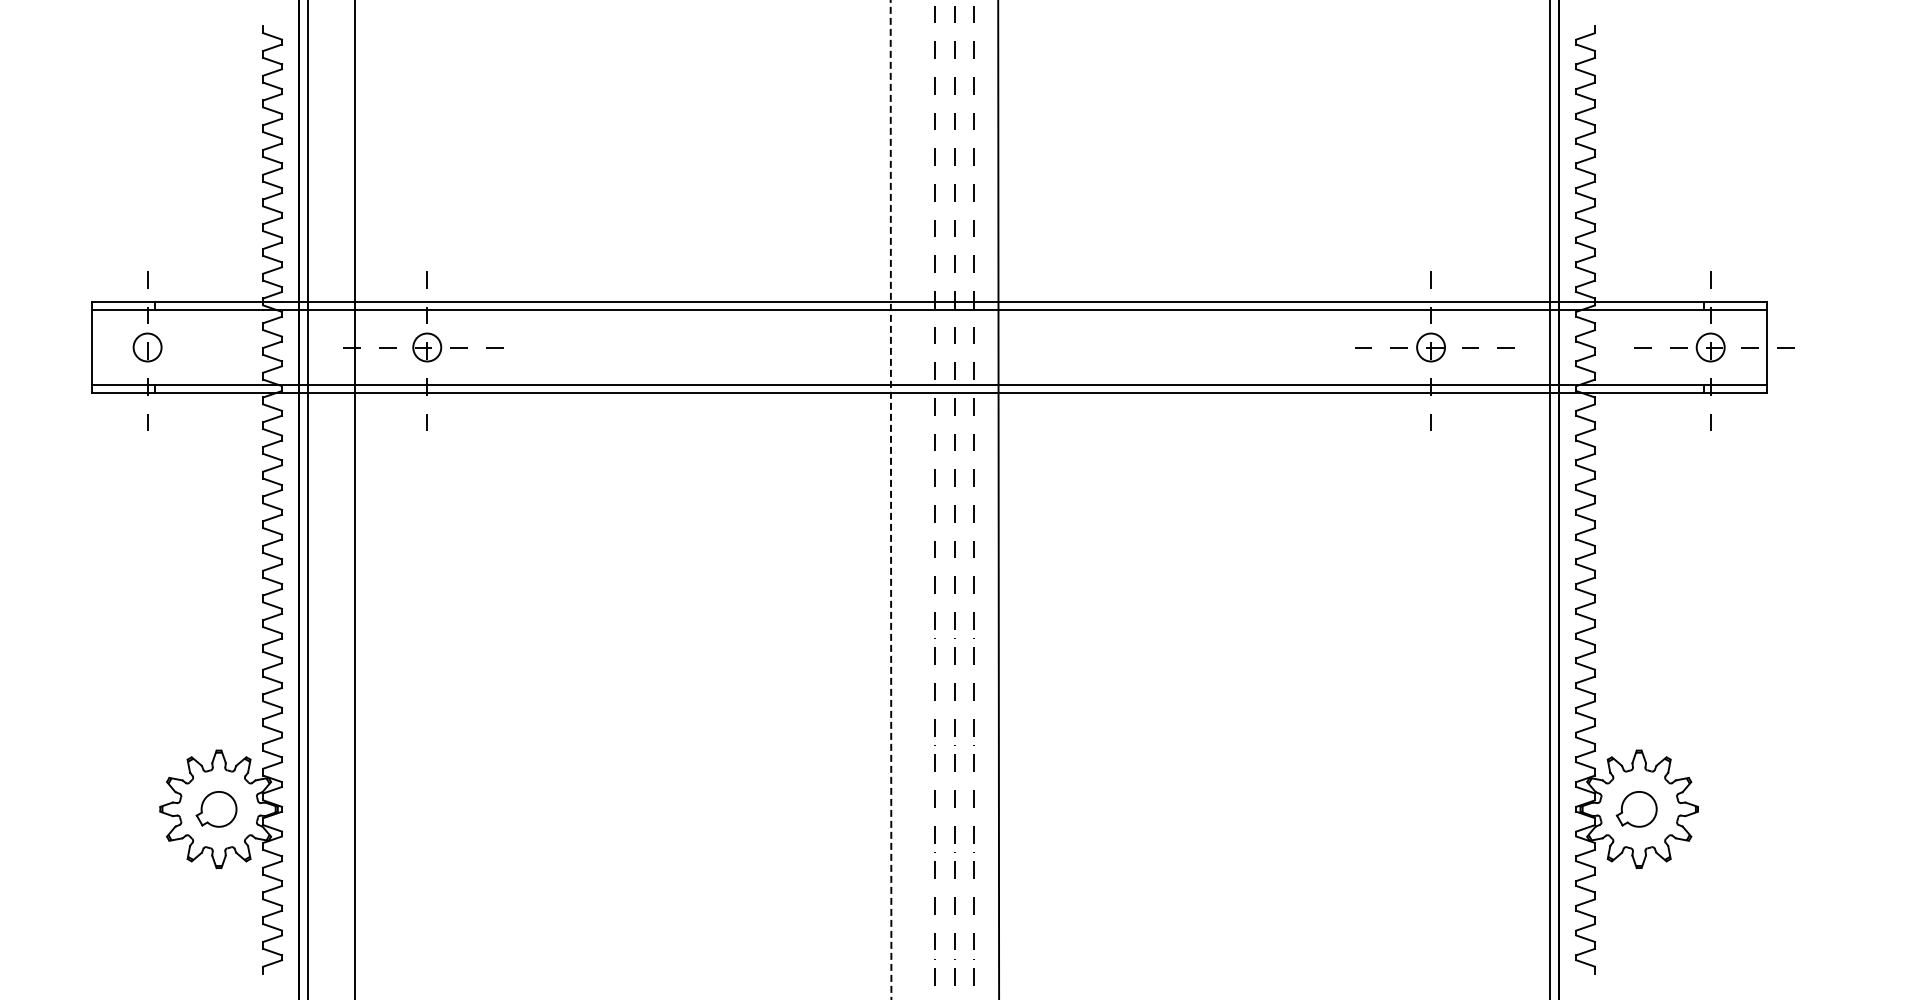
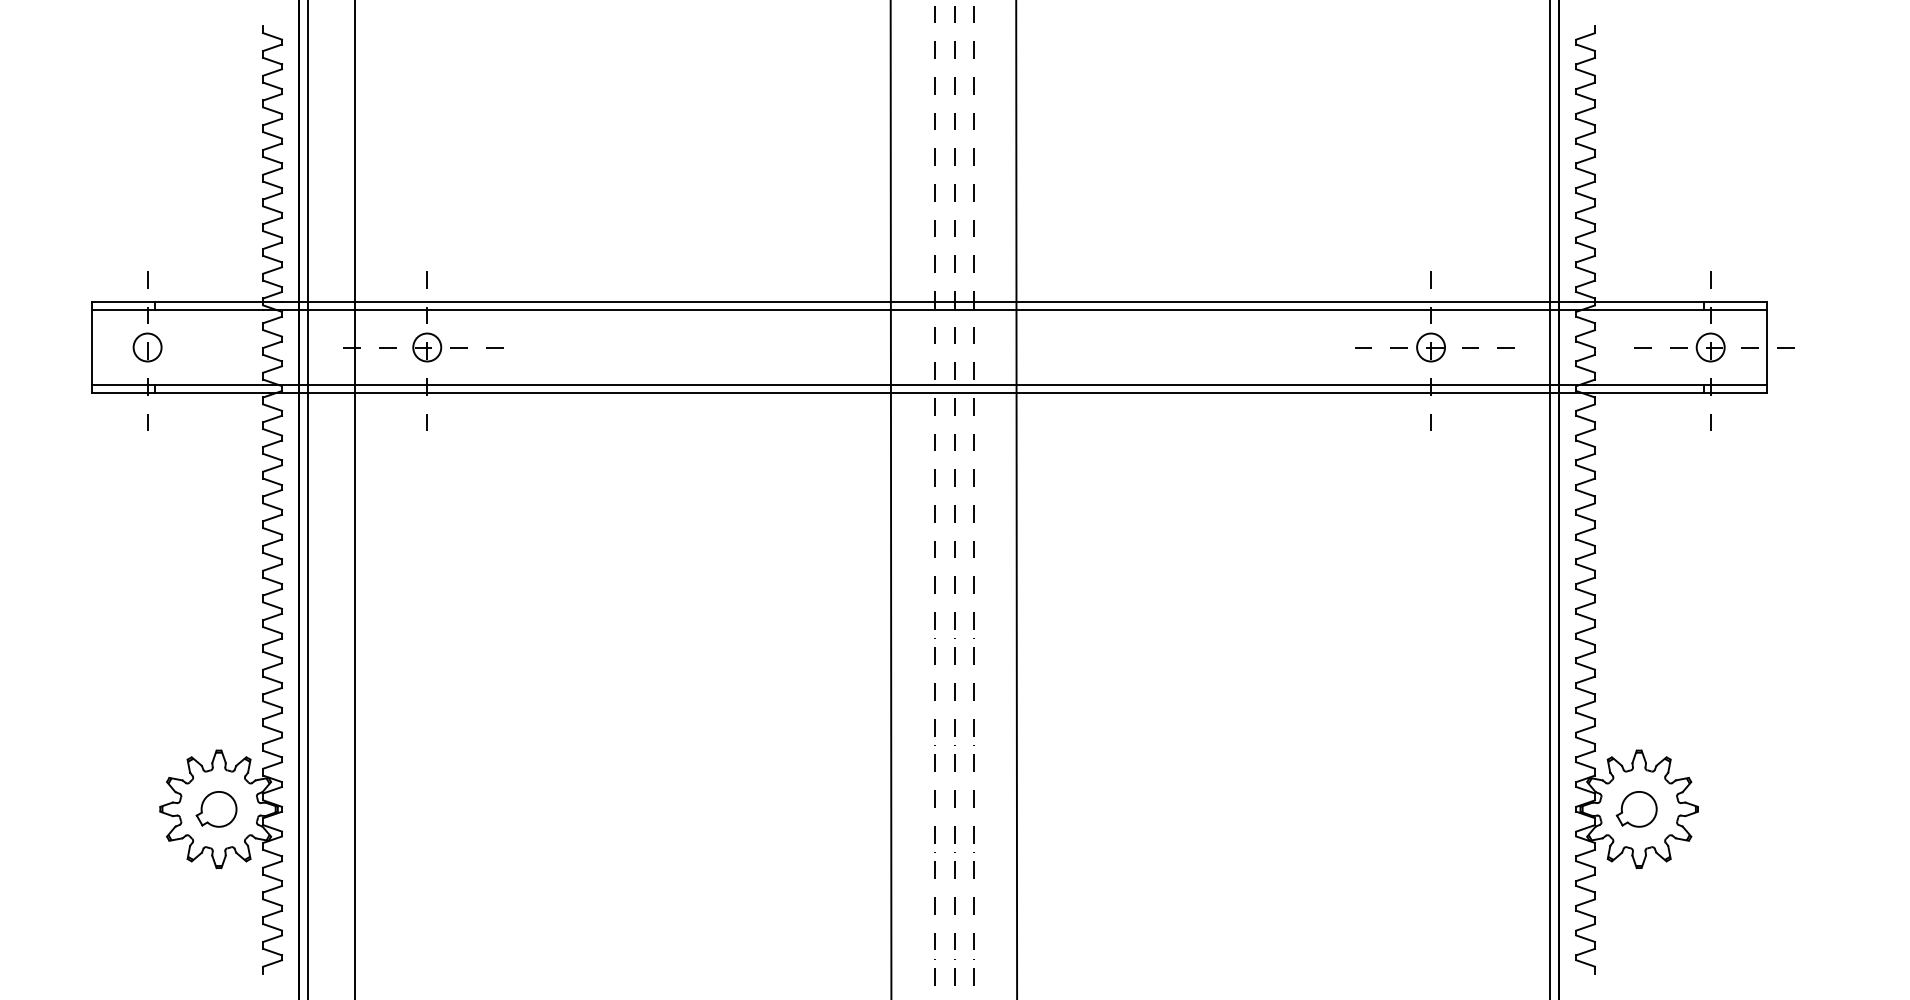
line at (891, 499): dashed -> solid
line at (998, 499) position: (998, 499) -> (1016, 499)
